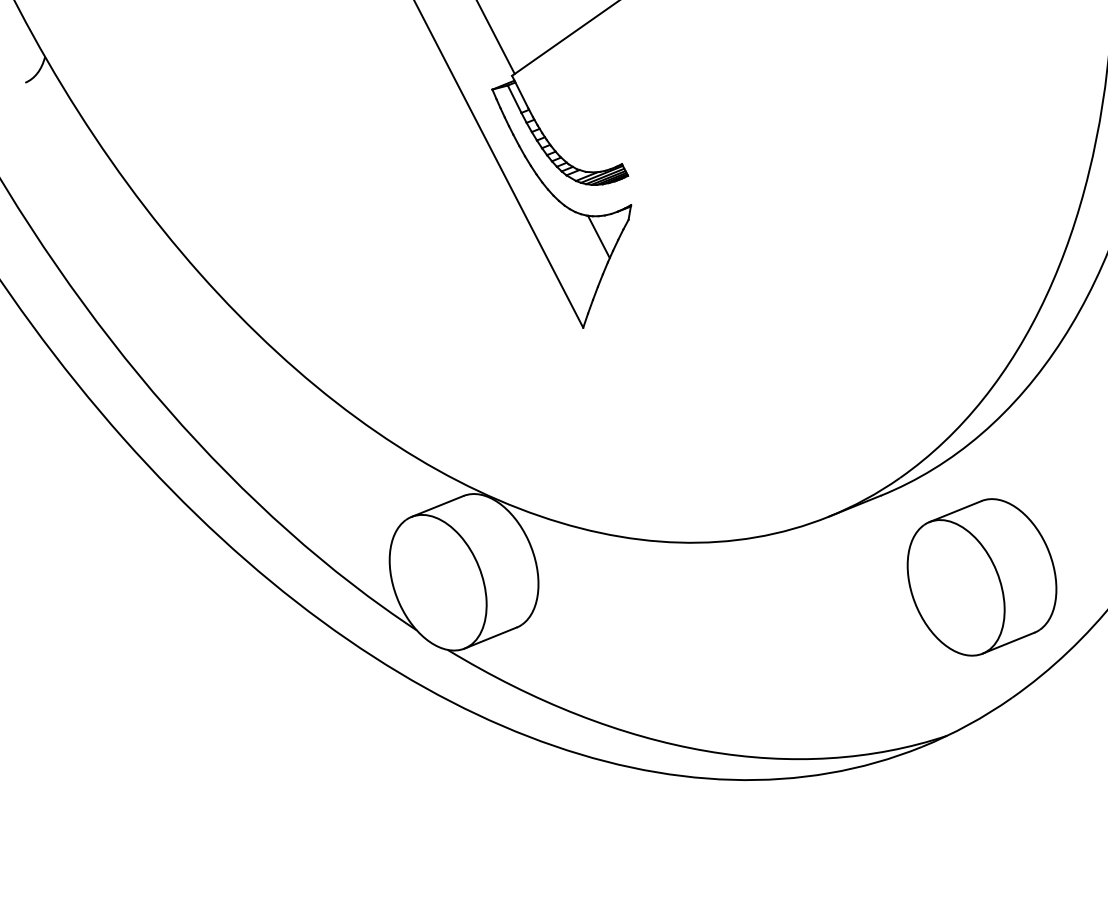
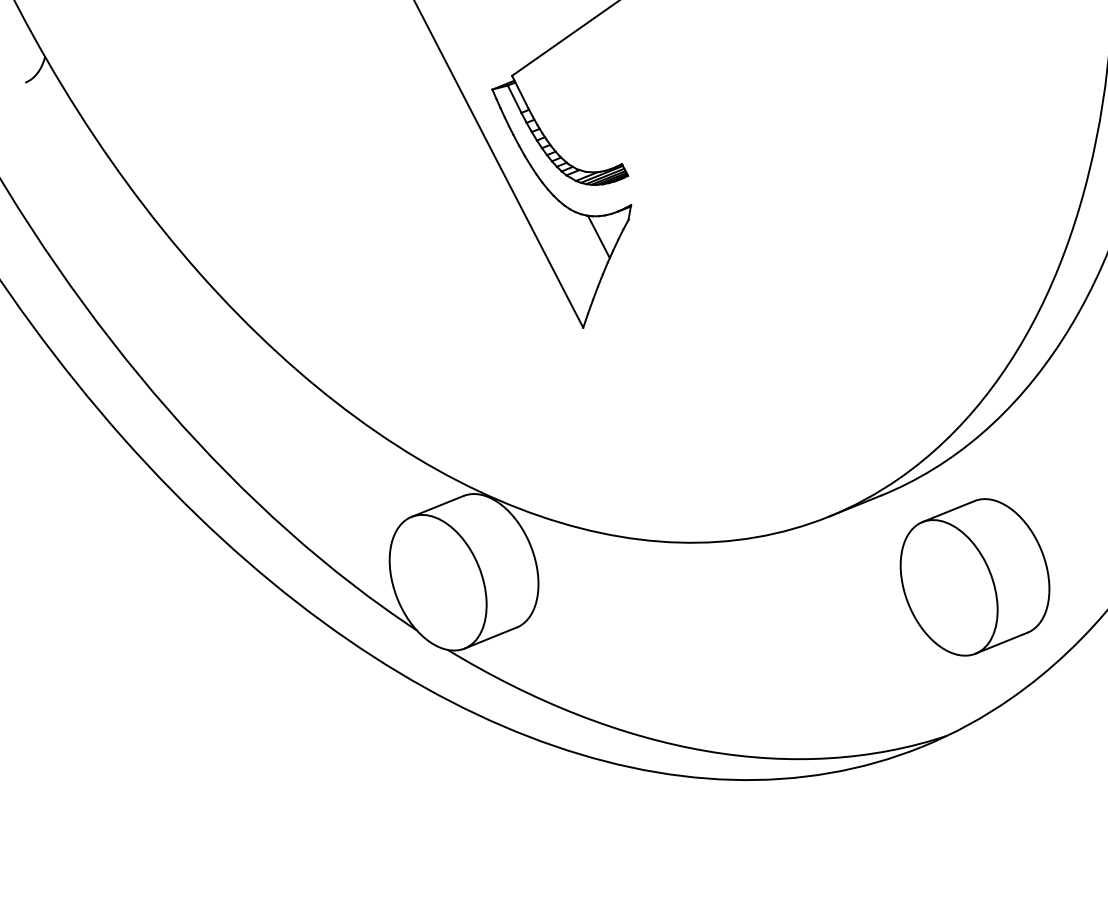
line at (495, 37): present -> none
part at (981, 577) position: (981, 577) -> (974, 577)
